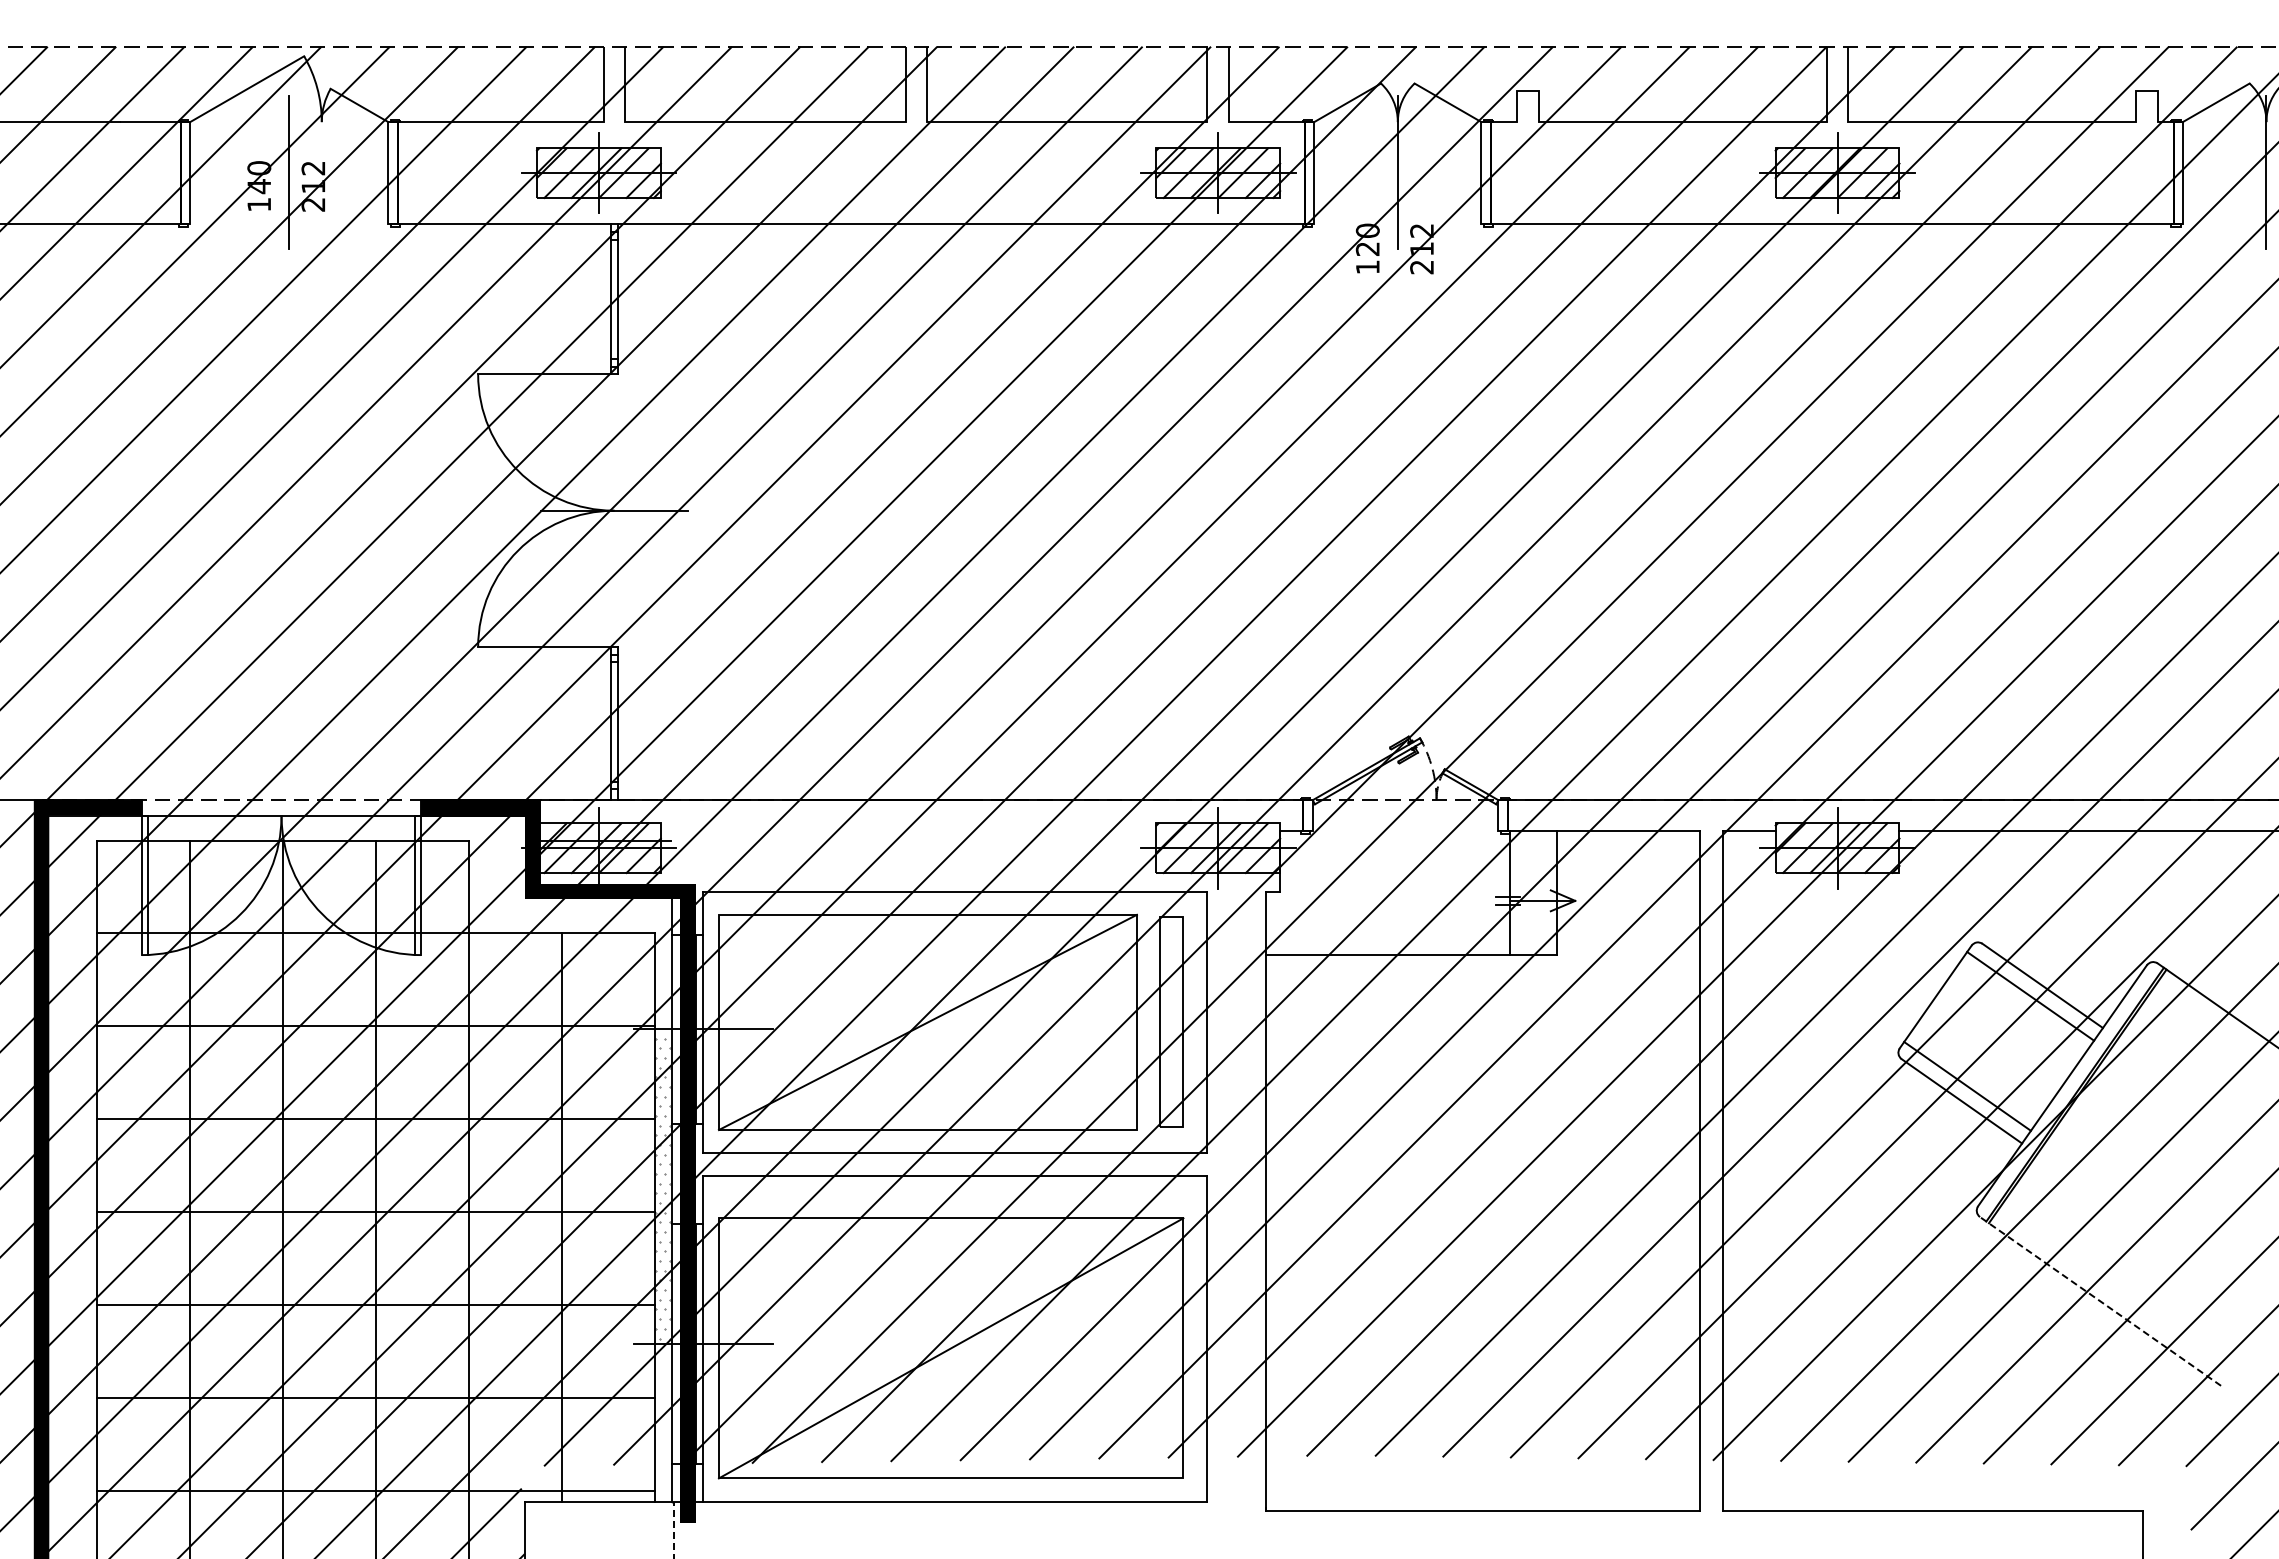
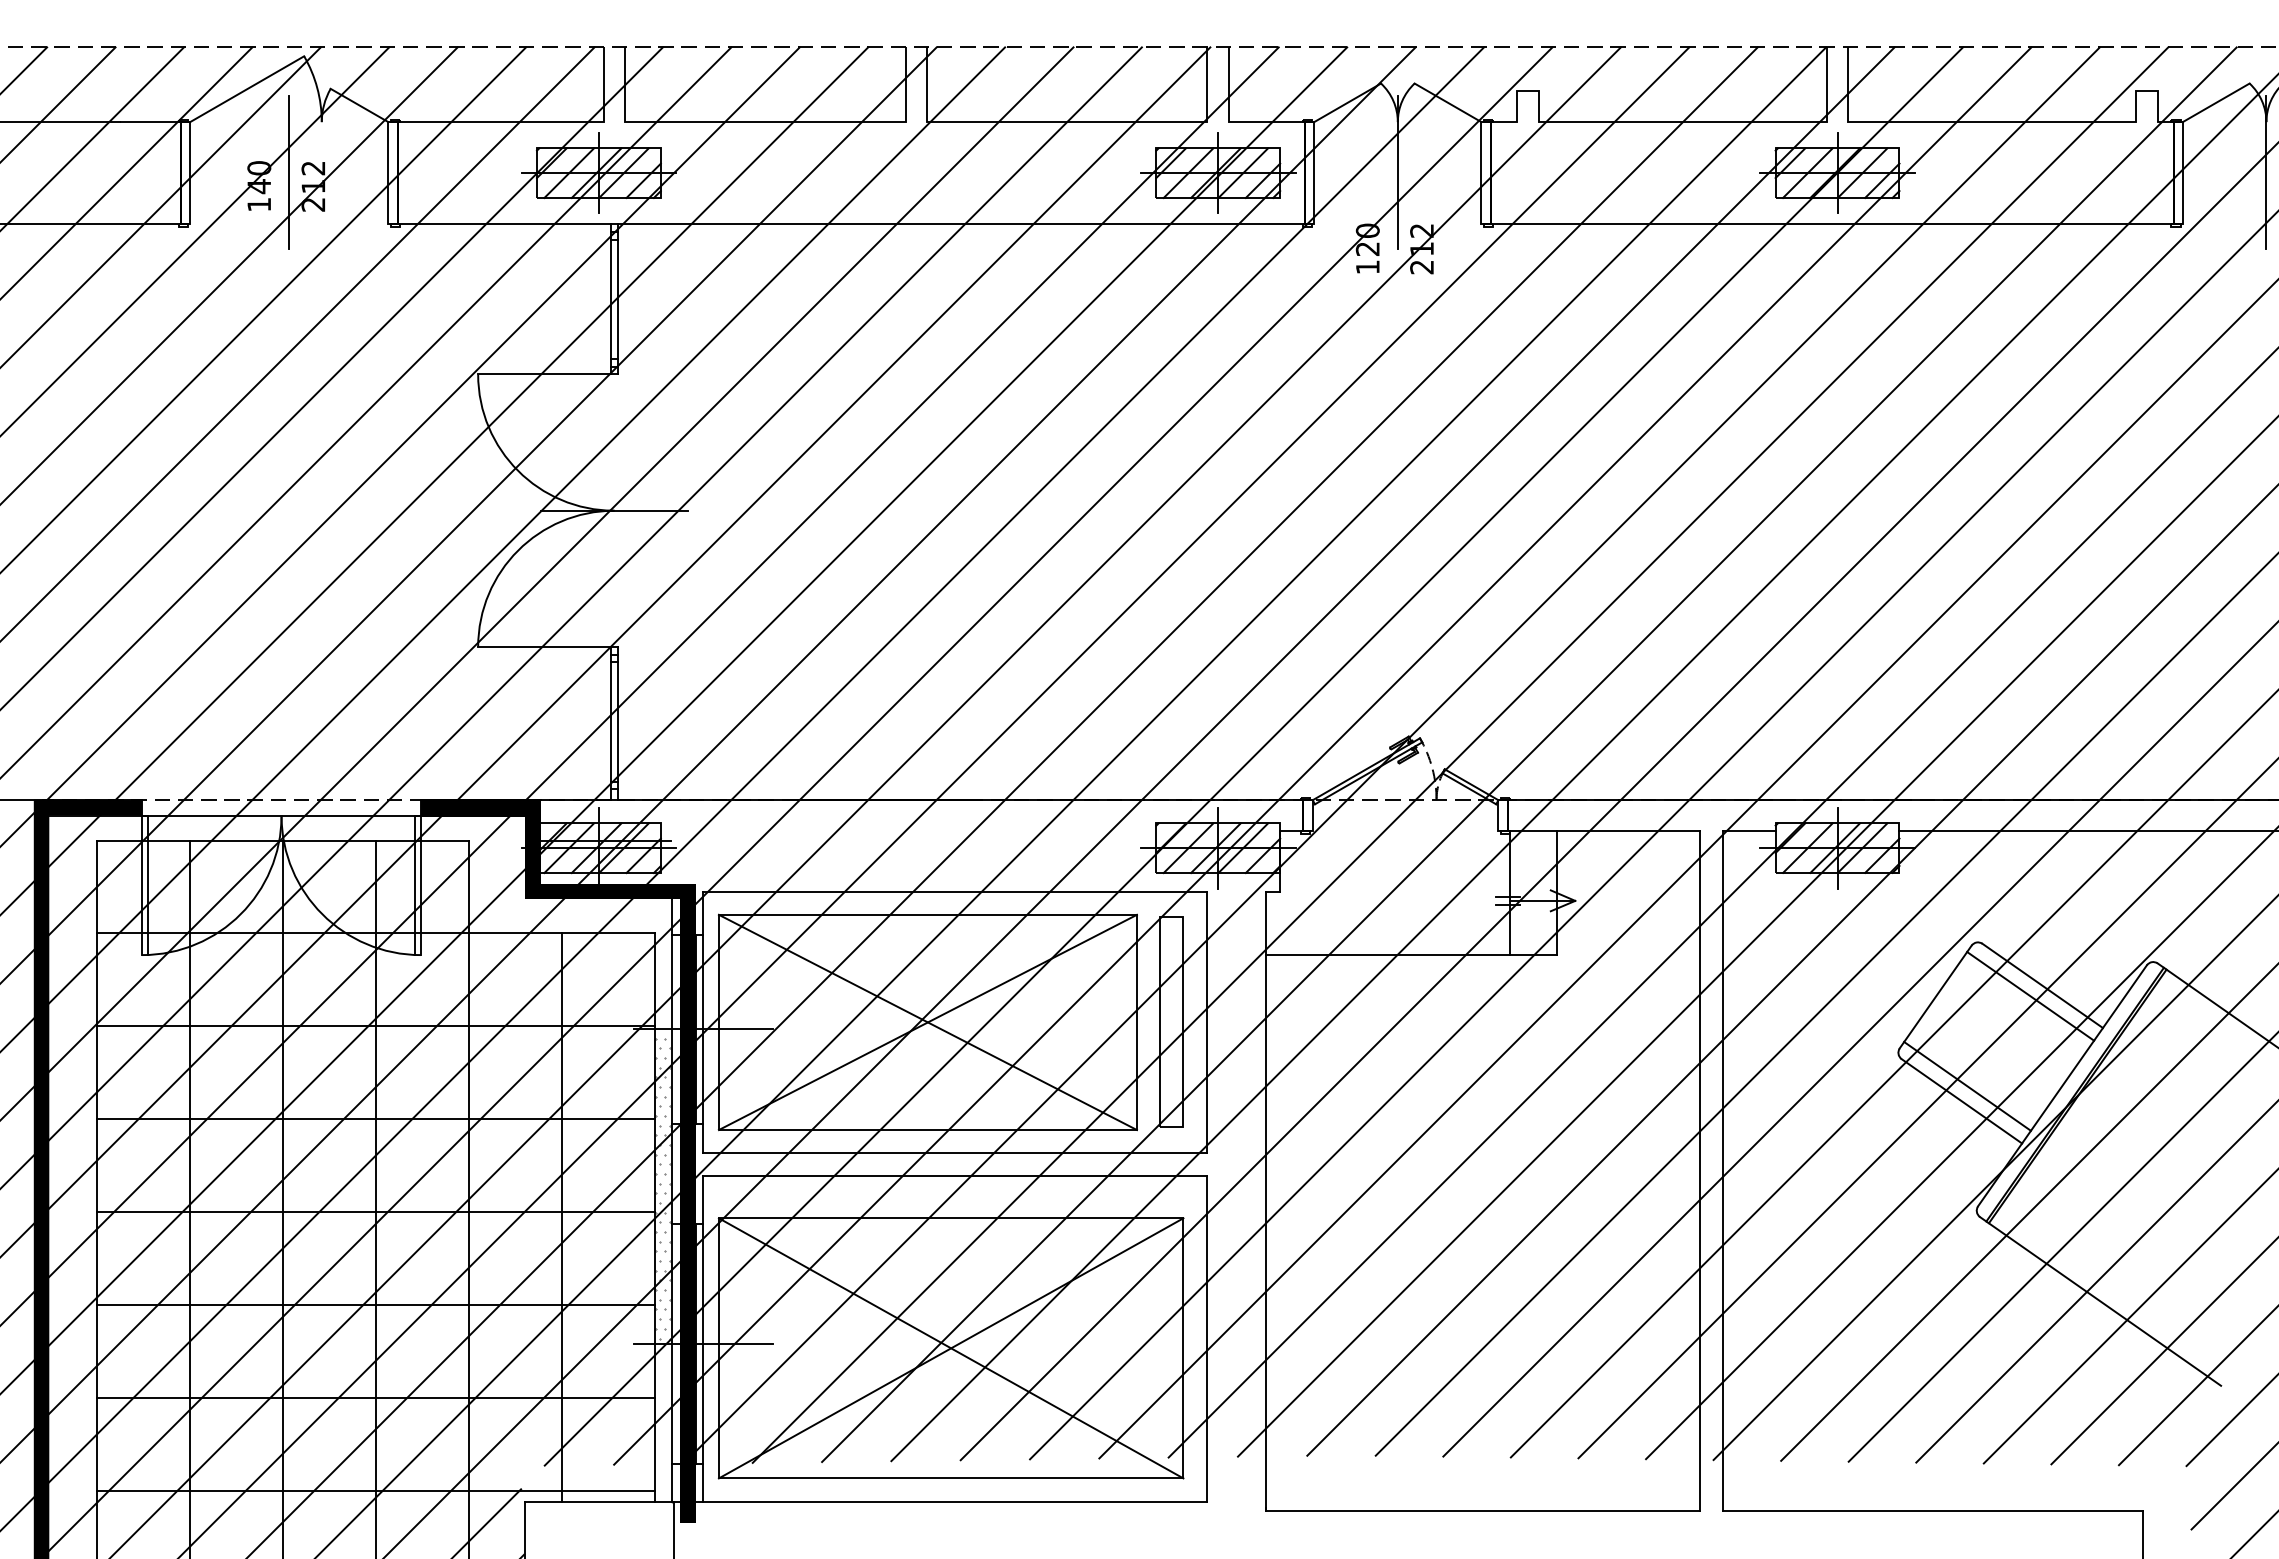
line at (927, 1022): none -> present
line at (2100, 1301): dashed -> solid
line at (950, 1348): none -> present
line at (673, 1529): dashed -> solid
